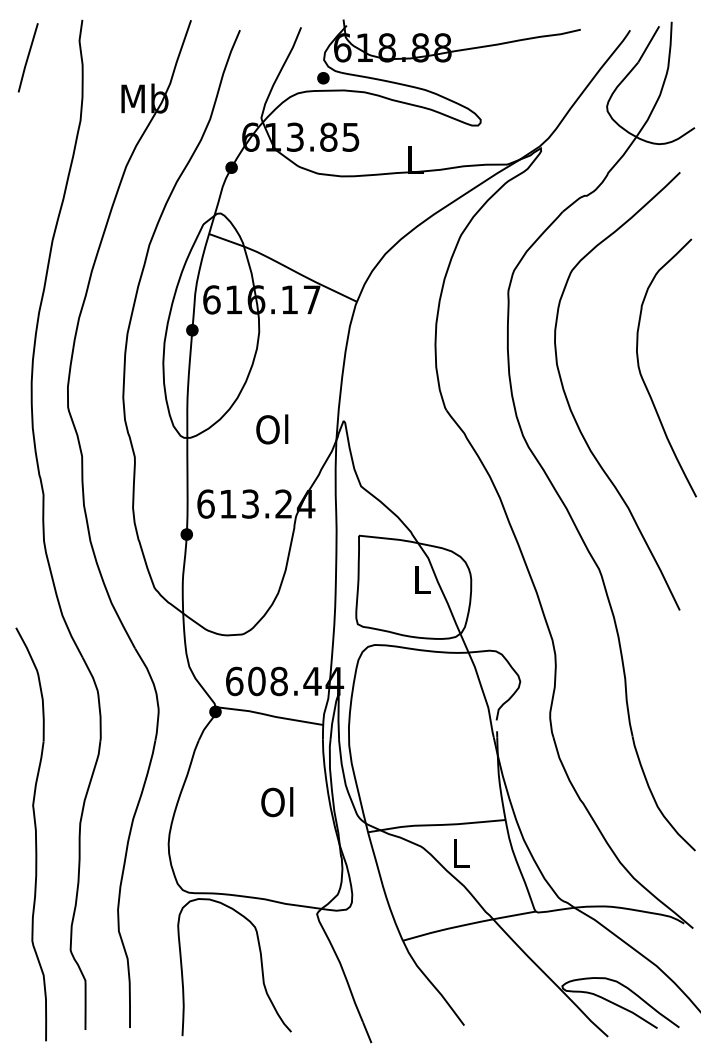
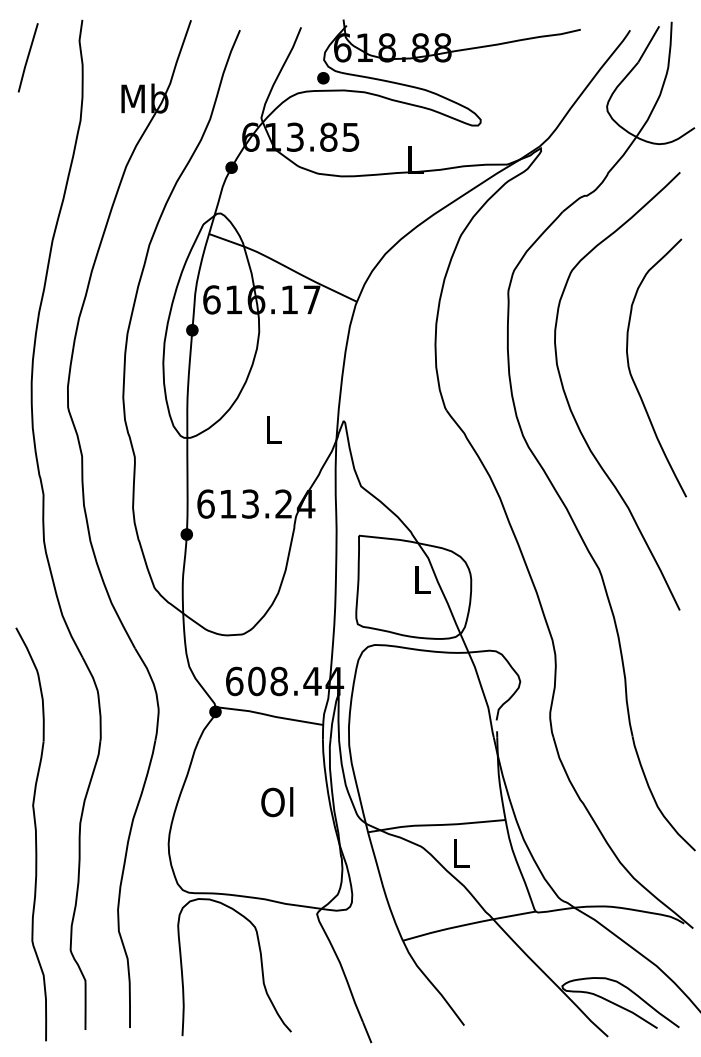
curve at (642, 375) position: (642, 375) -> (632, 375)
text at (272, 429): Ol -> L
